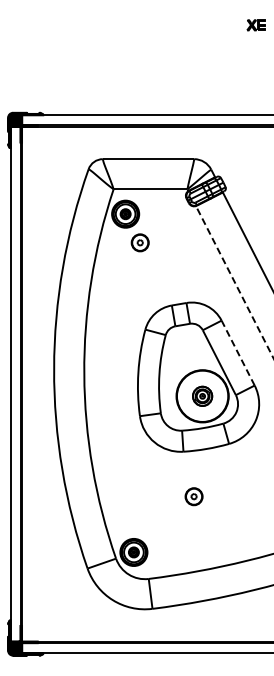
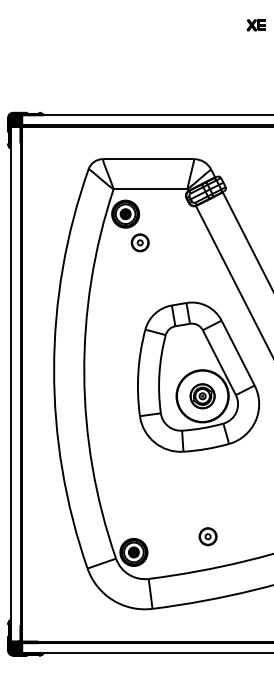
line at (234, 281): dashed -> solid
line at (237, 352): dashed -> solid
part at (202, 395) size: 22x22 px -> 27x27 px
part at (193, 496) position: (193, 496) -> (207, 536)
